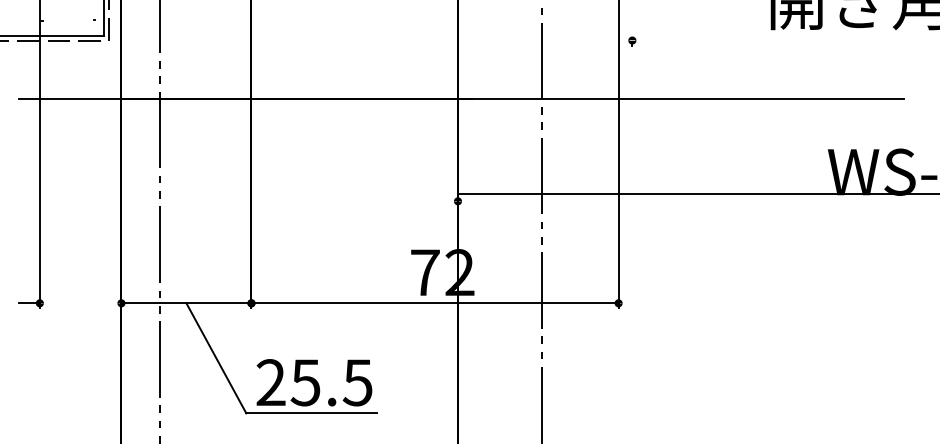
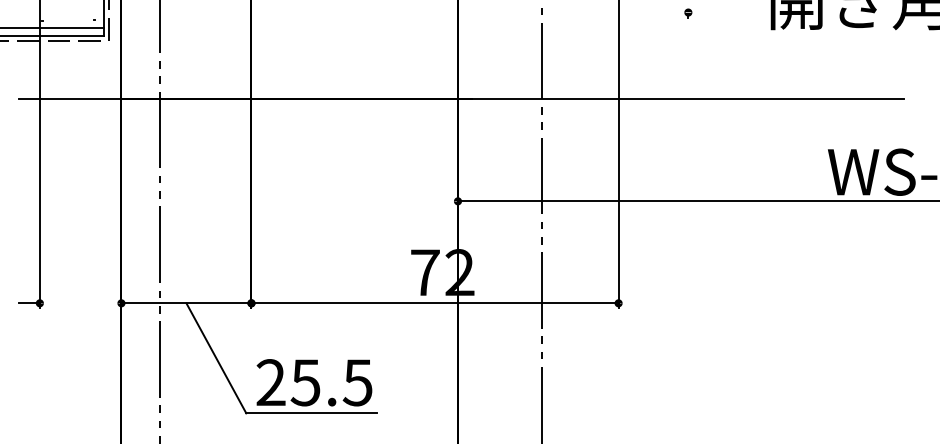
line at (52, 27): none -> present
part at (632, 41) position: (632, 41) -> (688, 13)
line at (696, 194) position: (696, 194) -> (696, 201)
